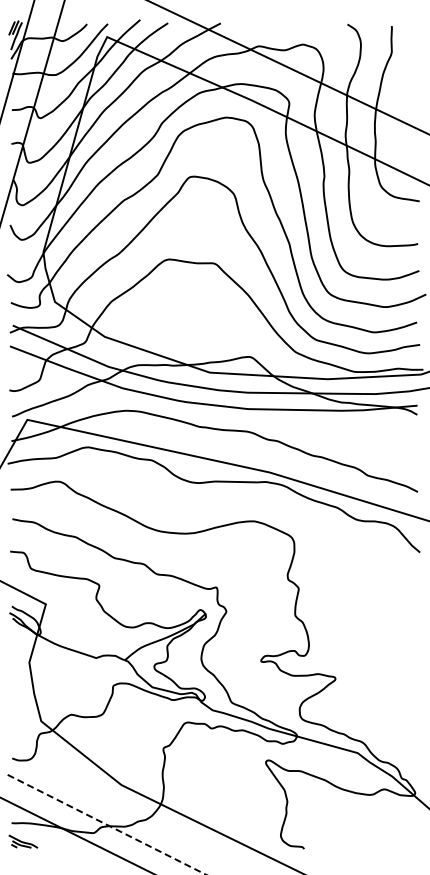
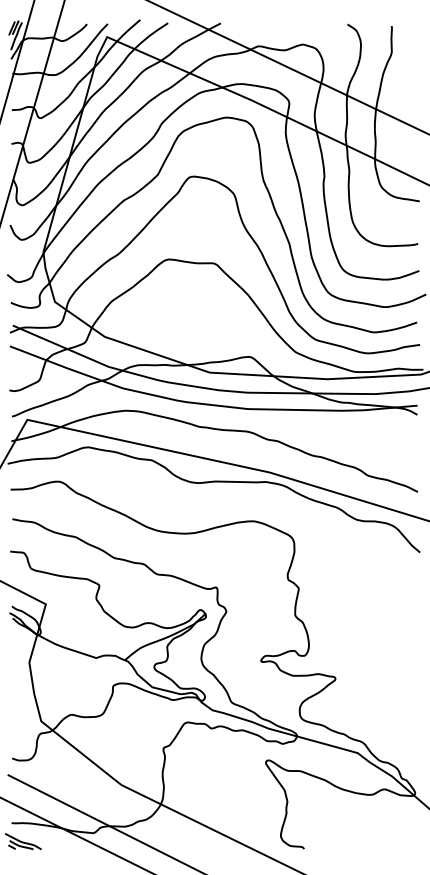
line at (107, 825): dashed -> solid
part at (23, 841) size: 31x15 px -> 37x18 px
